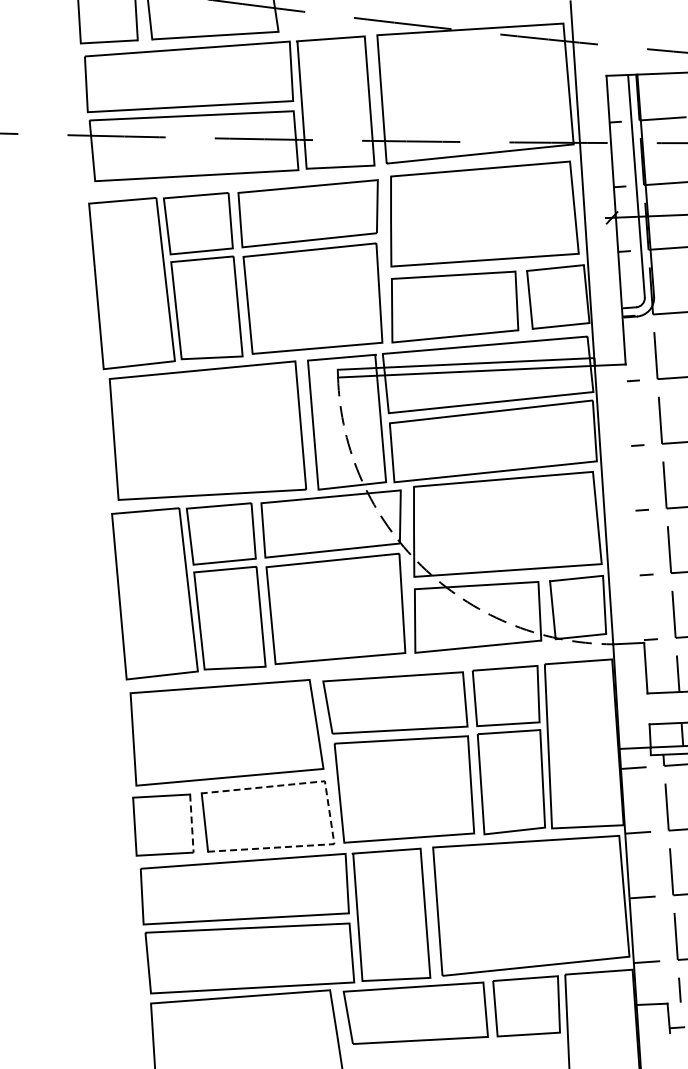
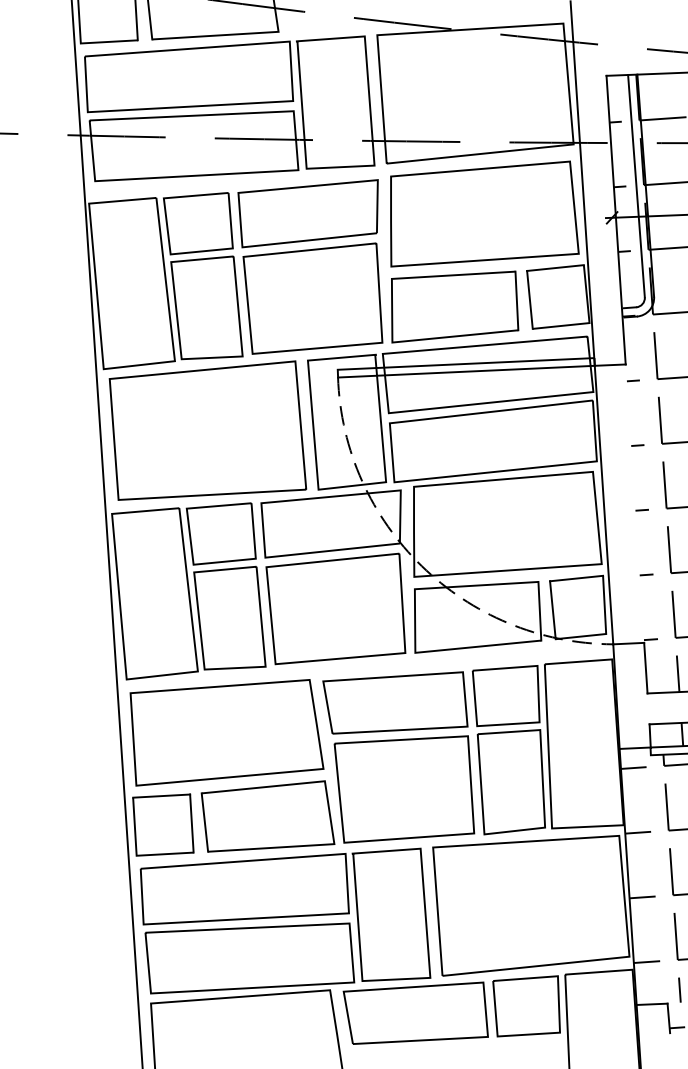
line at (106, 533): none -> present
line at (329, 813): dashed -> solid
line at (191, 824): dashed -> solid
